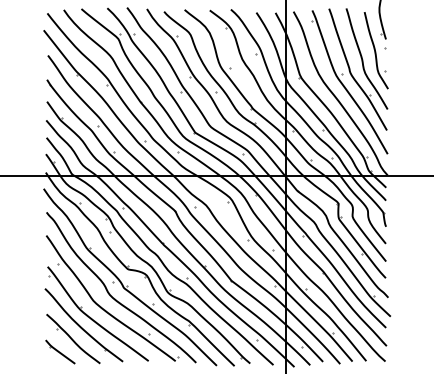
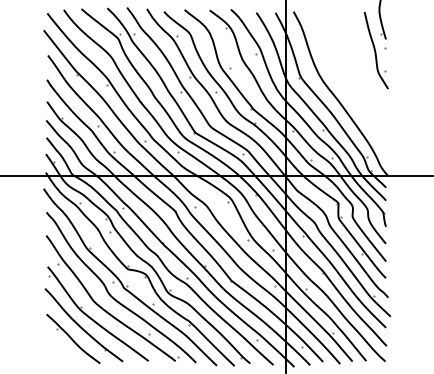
part at (349, 81): present -> none
part at (60, 351): present -> none
